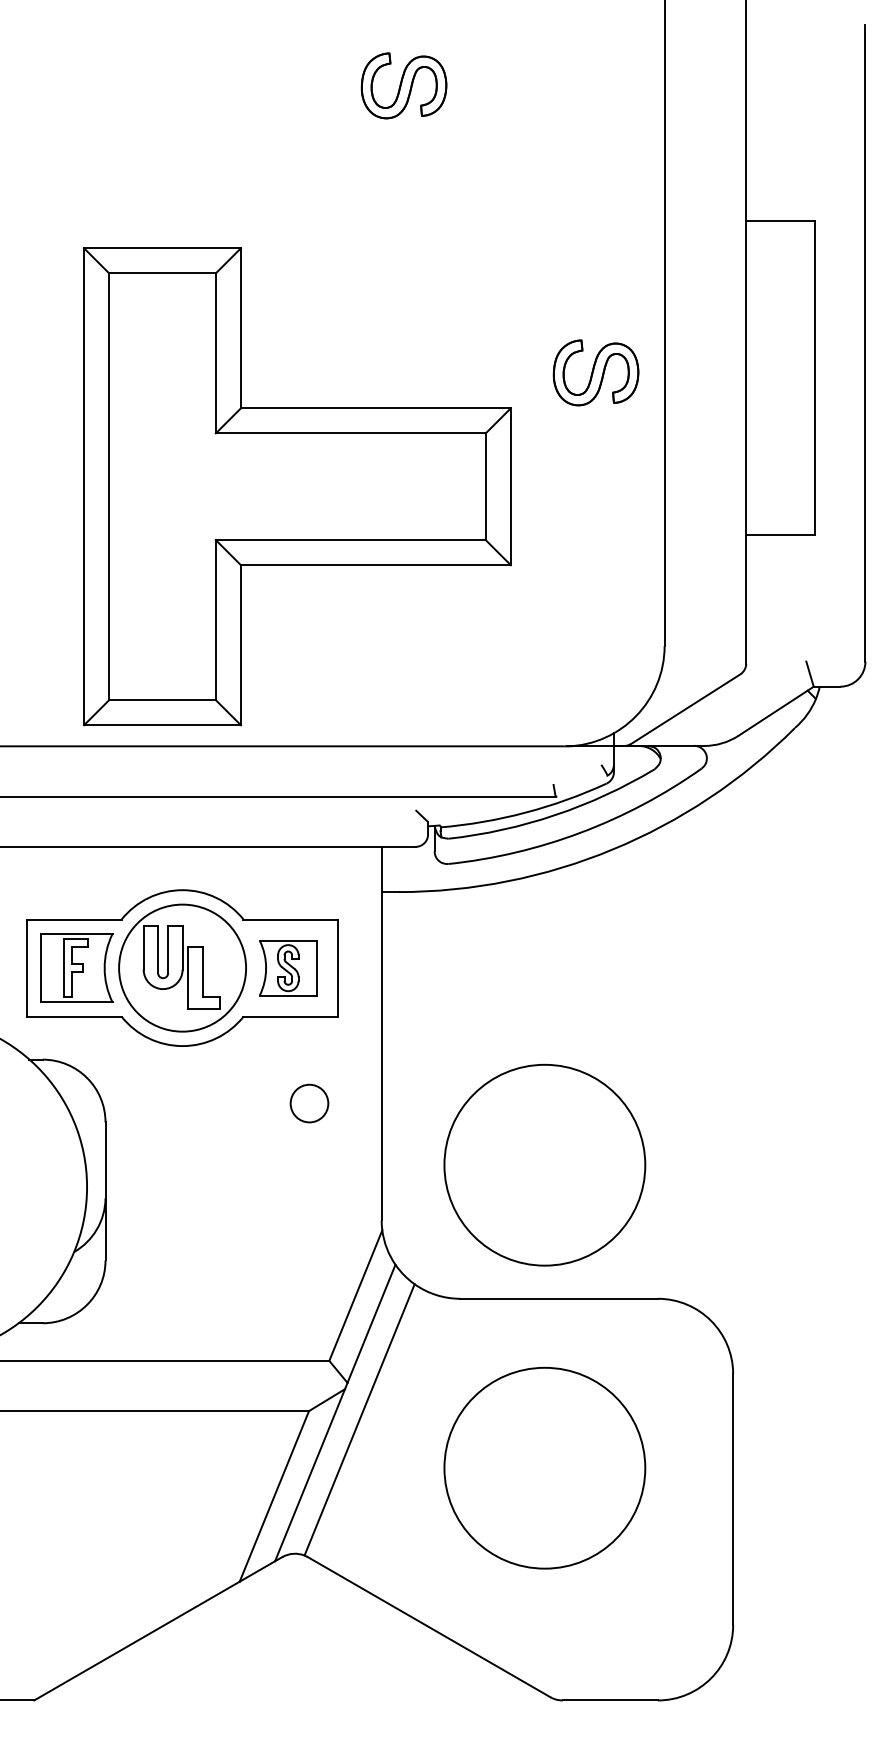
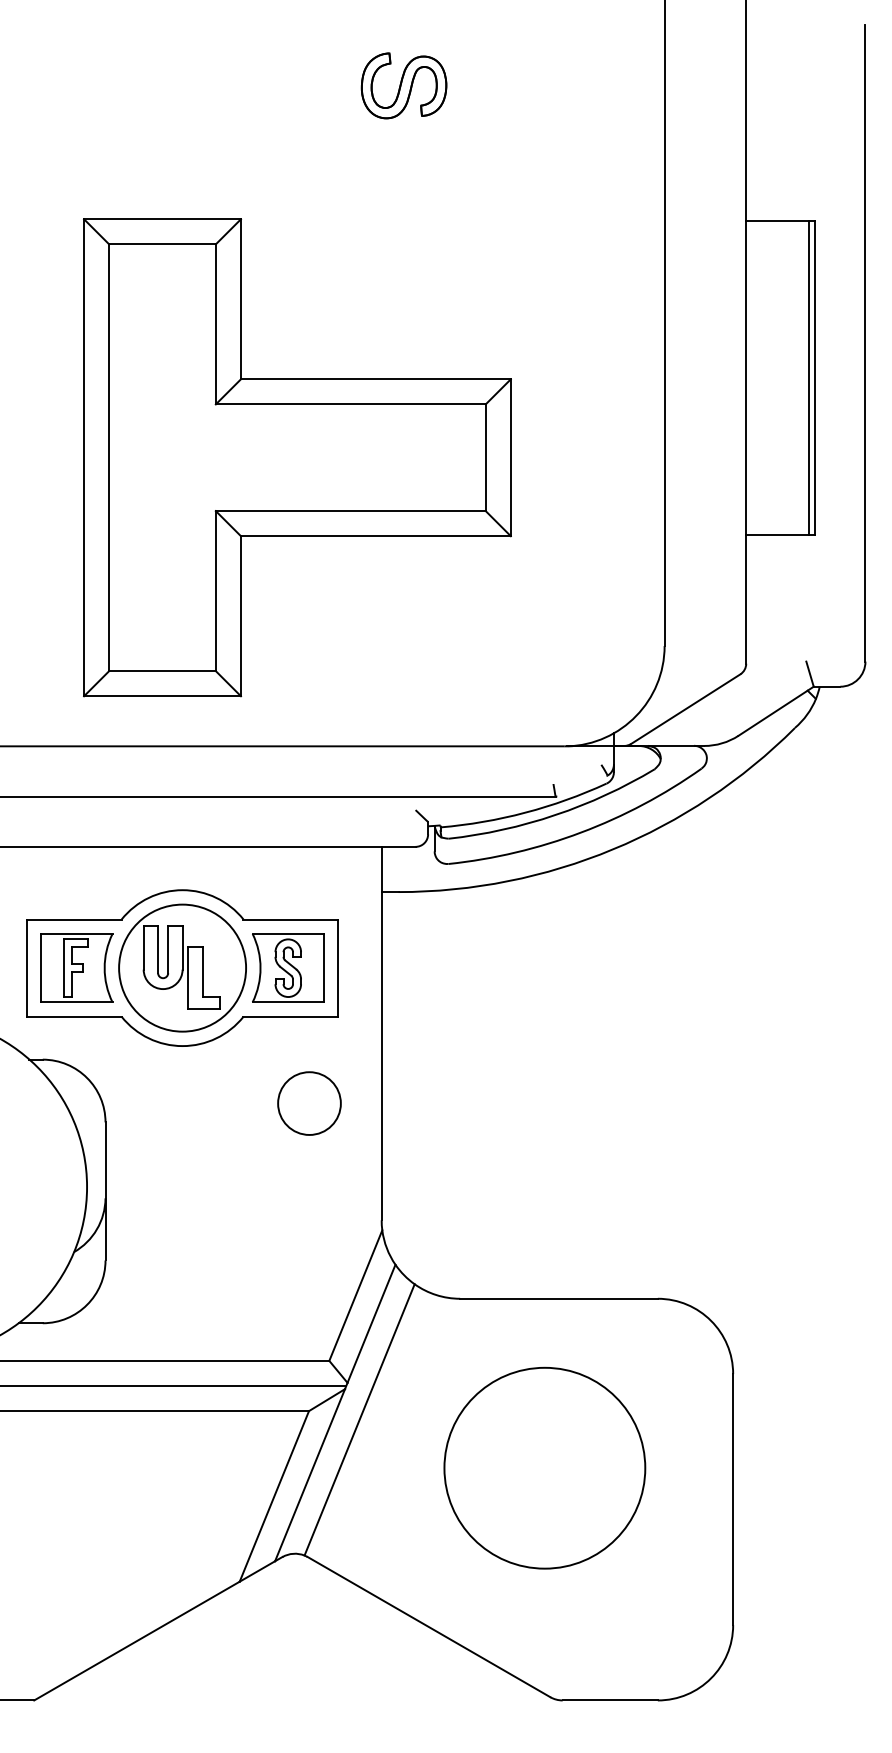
part at (595, 372): present -> none
line at (808, 378): none -> present
part at (297, 486) position: (297, 486) -> (297, 457)
part at (288, 968) size: 59x57 px -> 73x70 px
circle at (309, 1103) diameter: 38 px -> 63 px
circle at (544, 1164): present -> none
line at (174, 1386): none -> present
